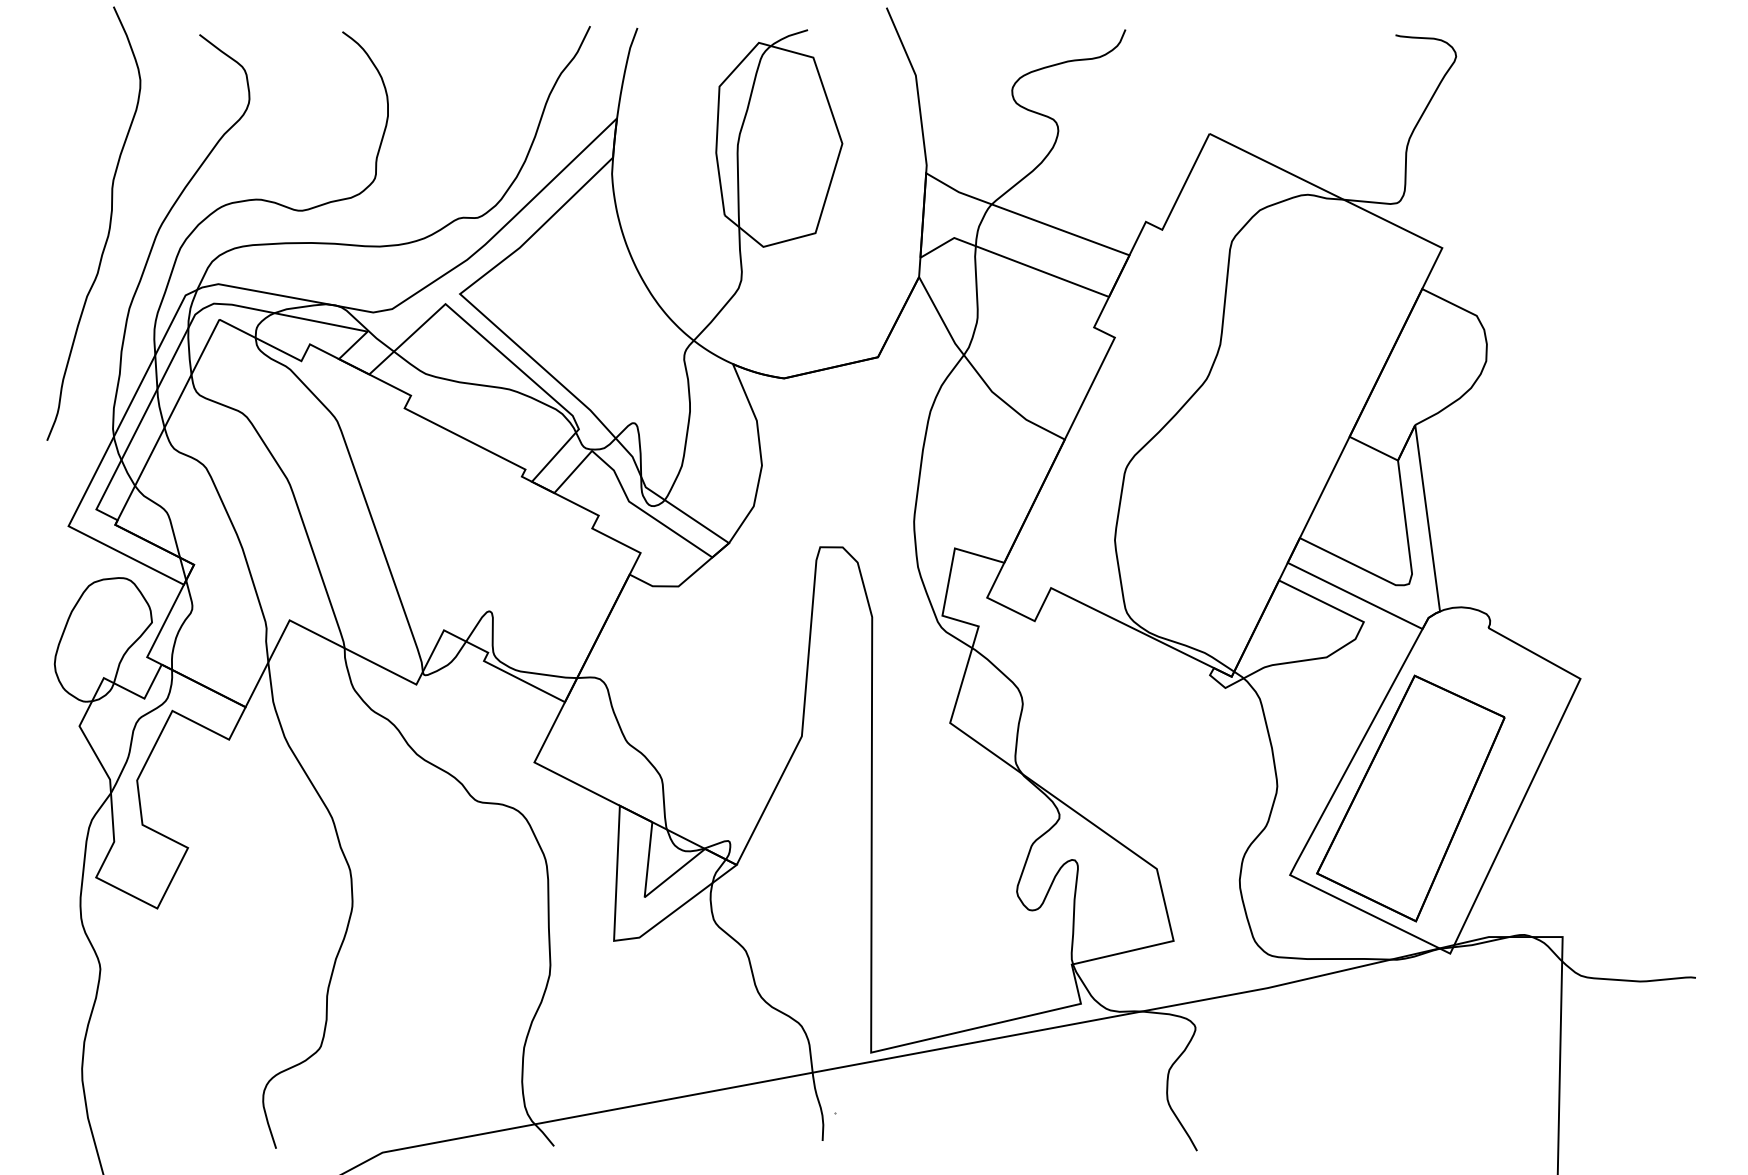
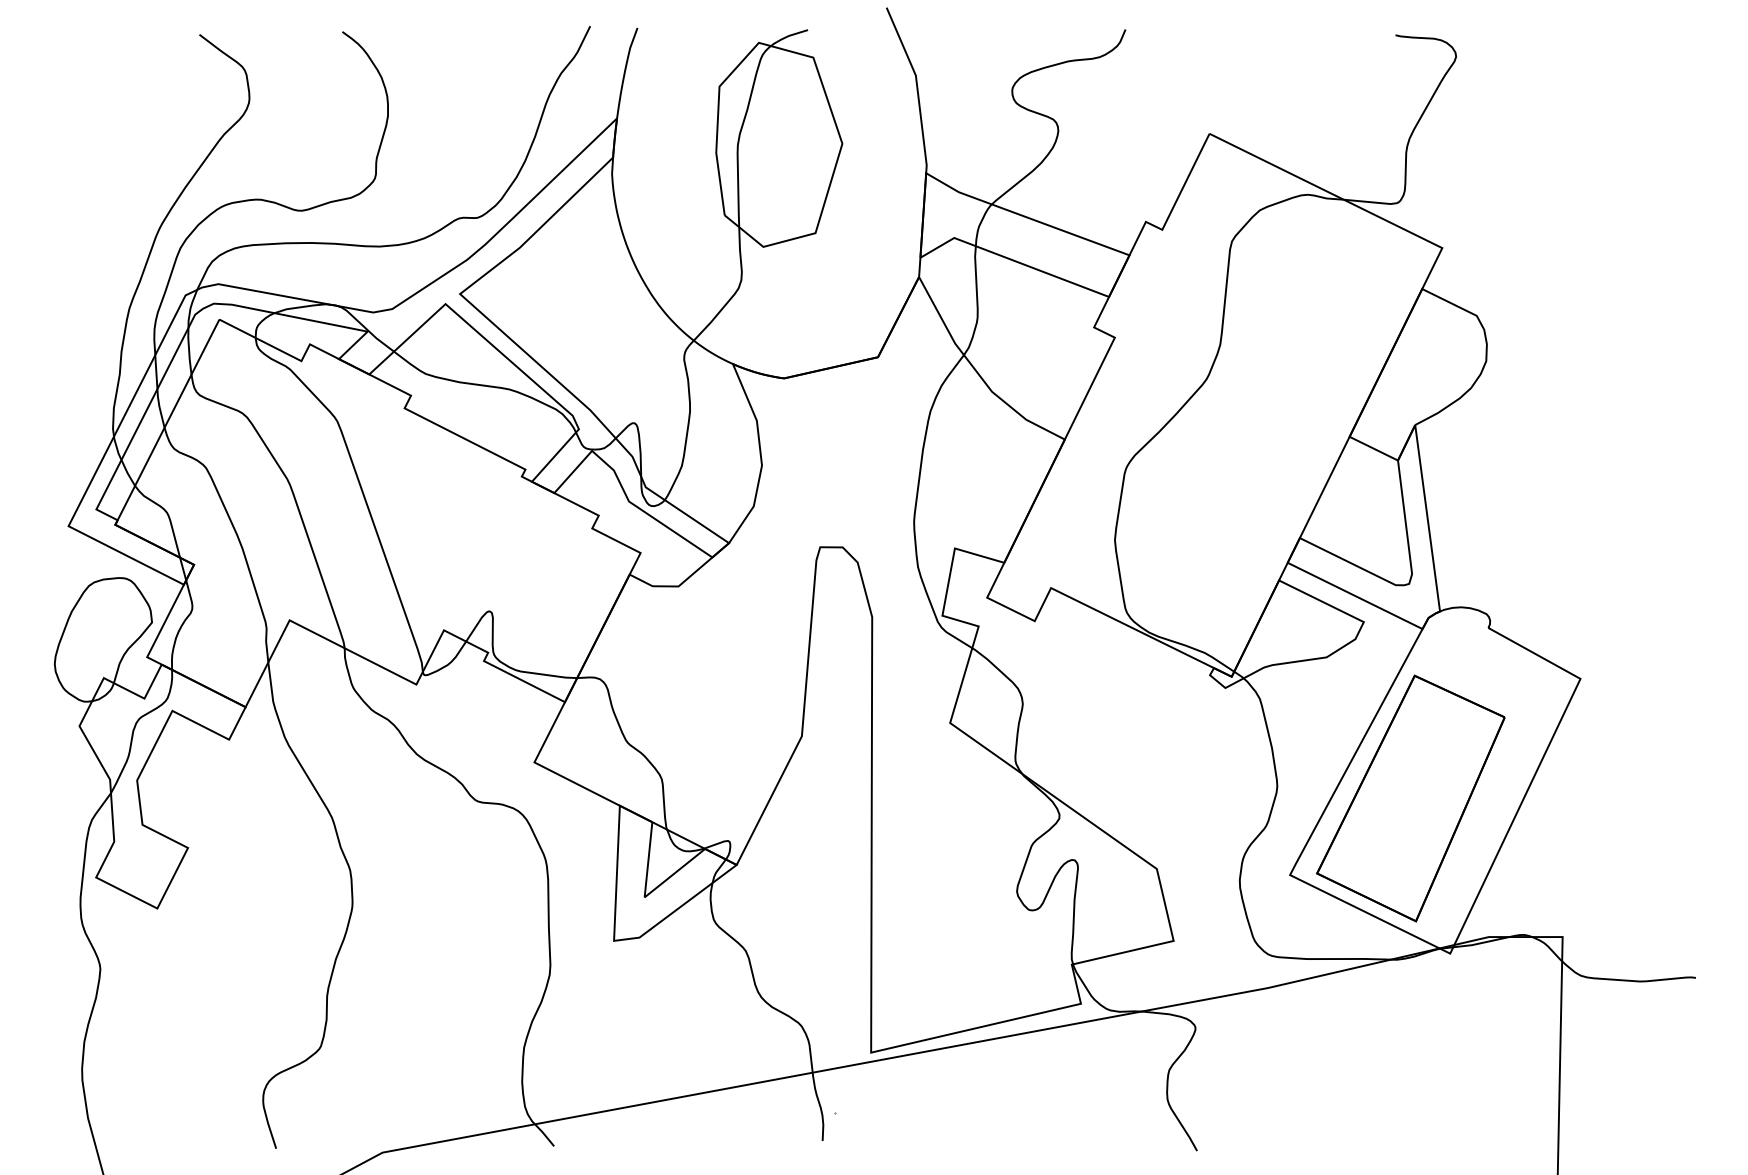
curve at (108, 228): present -> none
